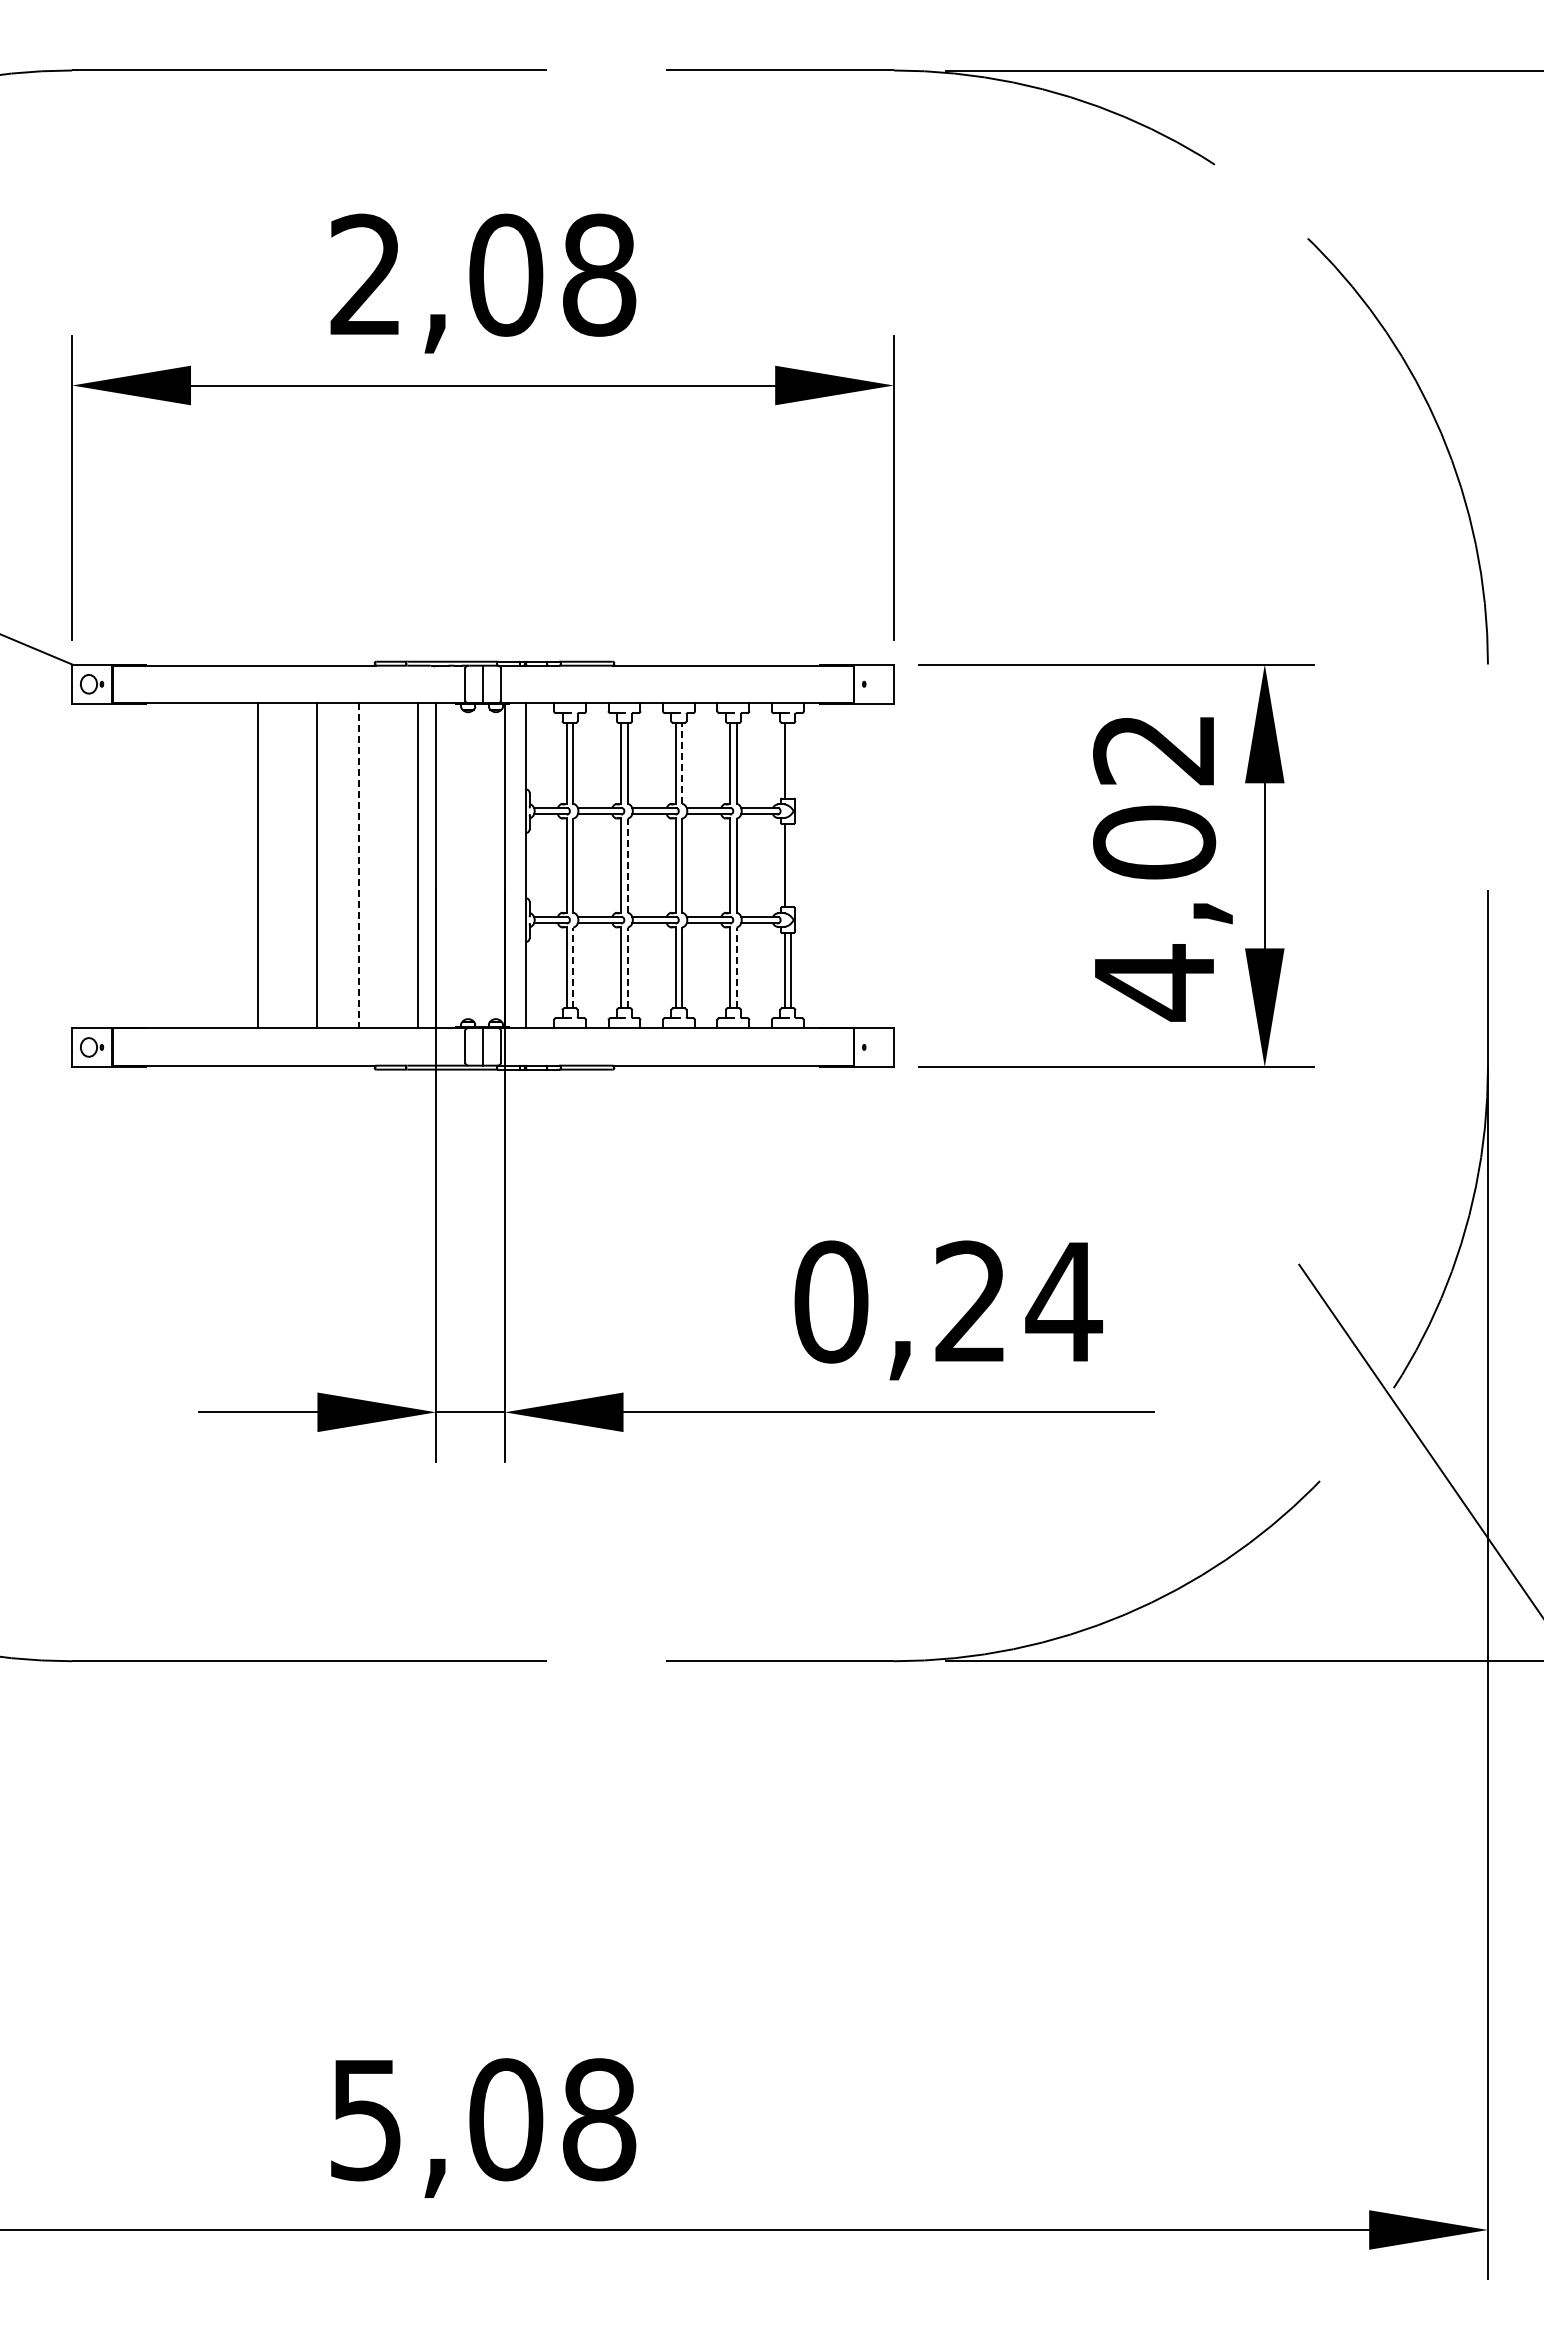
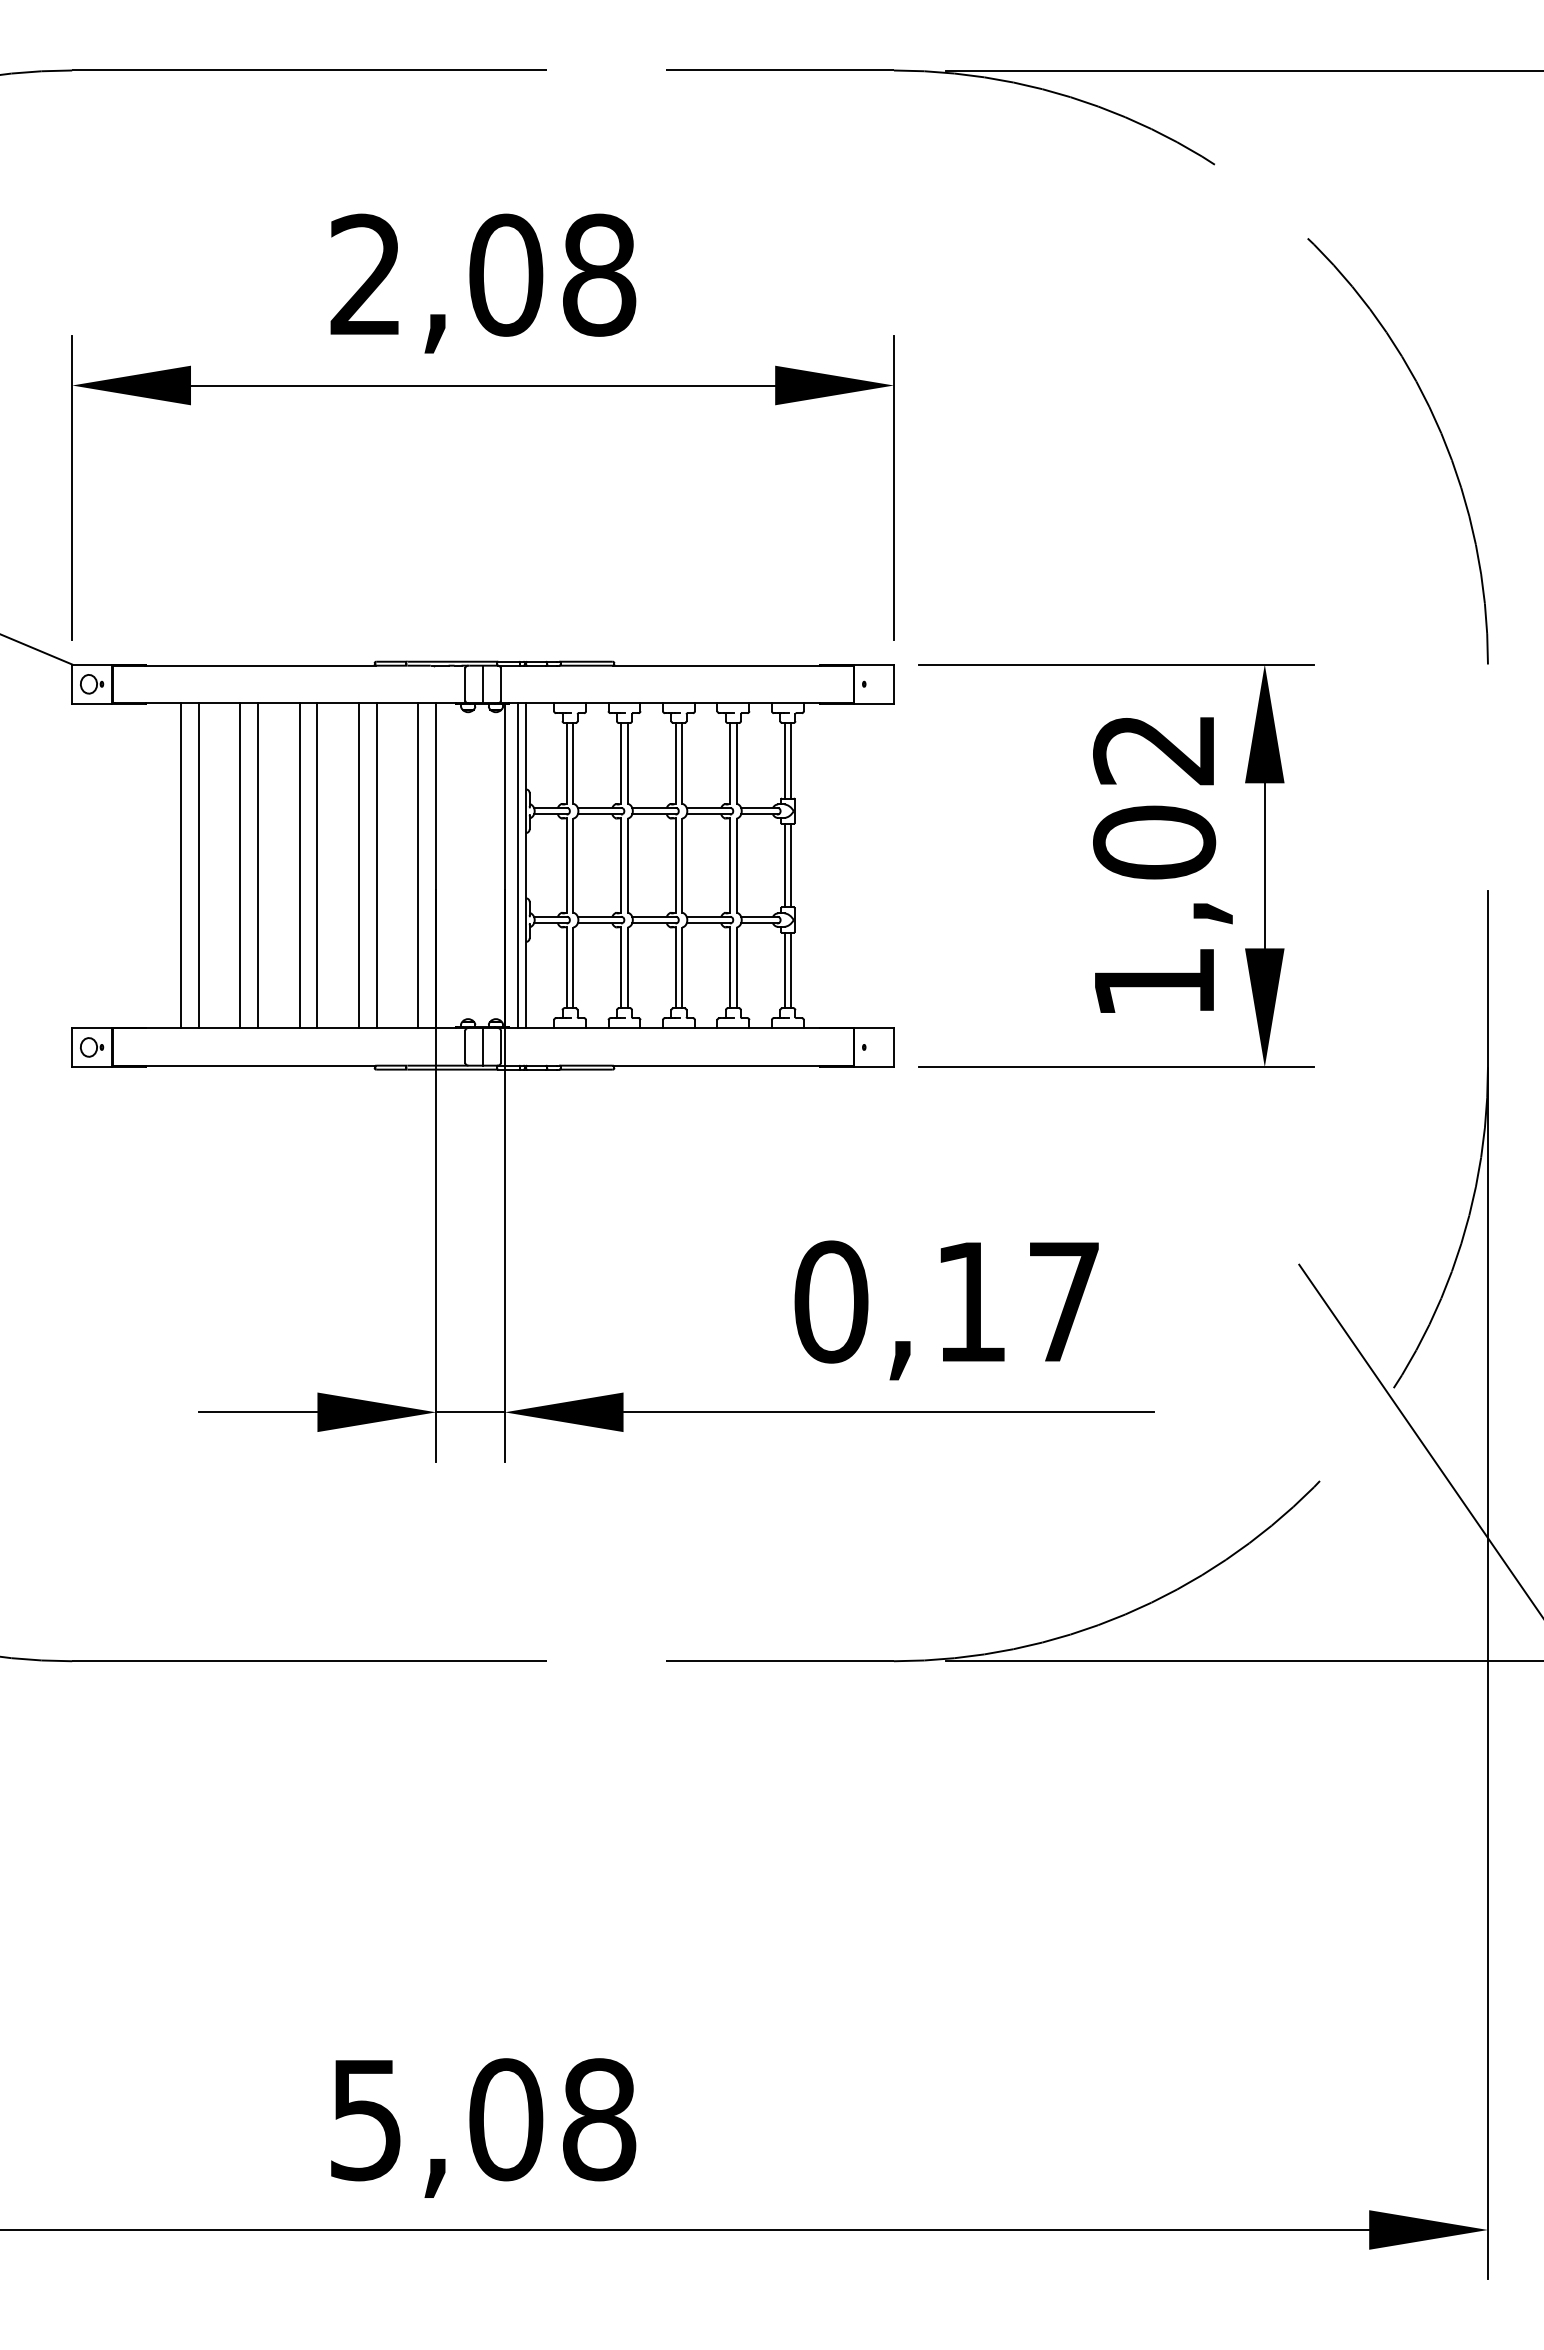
line at (791, 760): none -> present
line at (682, 762): dashed -> solid
line at (180, 865): none -> present
line at (198, 865): none -> present
line at (240, 865): none -> present
line at (299, 865): none -> present
line at (376, 865): none -> present
line at (518, 865): none -> present
line at (627, 865): dashed -> solid
line at (791, 865): none -> present
line at (359, 866): dashed -> solid
line at (573, 967): dashed -> solid
line at (627, 967): dashed -> solid
line at (736, 967): dashed -> solid
text at (1154, 982): 4,02 -> 1,02
text at (1018, 1300): 0,24 -> 0,17
